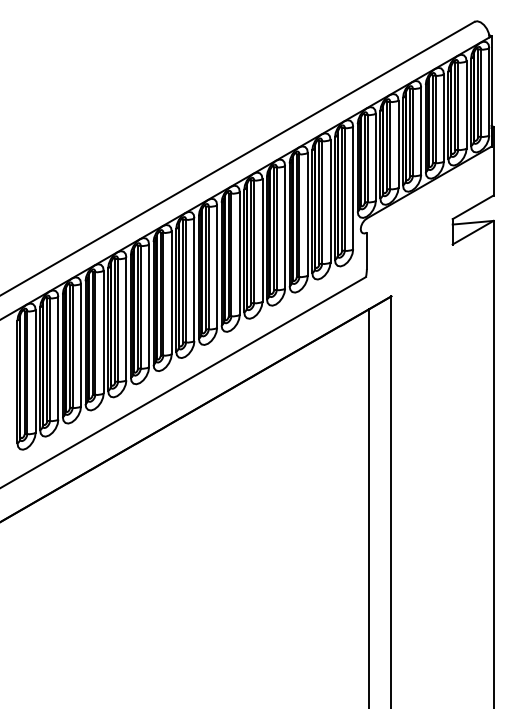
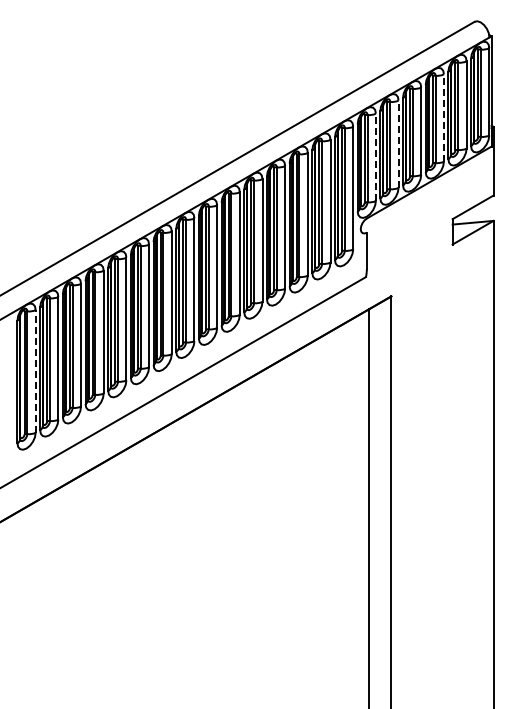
line at (443, 118): solid -> dashed
line at (398, 144): solid -> dashed
line at (375, 157): solid -> dashed
line at (35, 370): solid -> dashed
